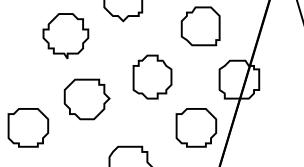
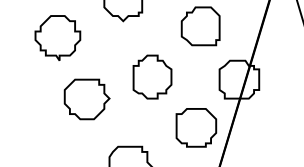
part at (65, 35) position: (65, 35) -> (57, 37)
part at (28, 127): present -> none
